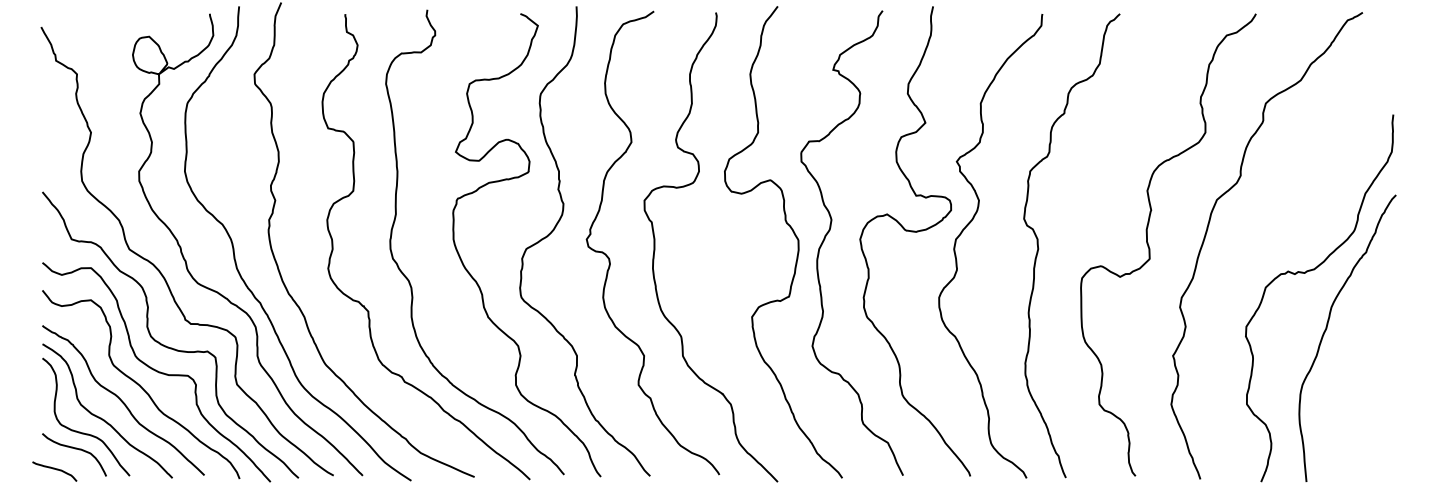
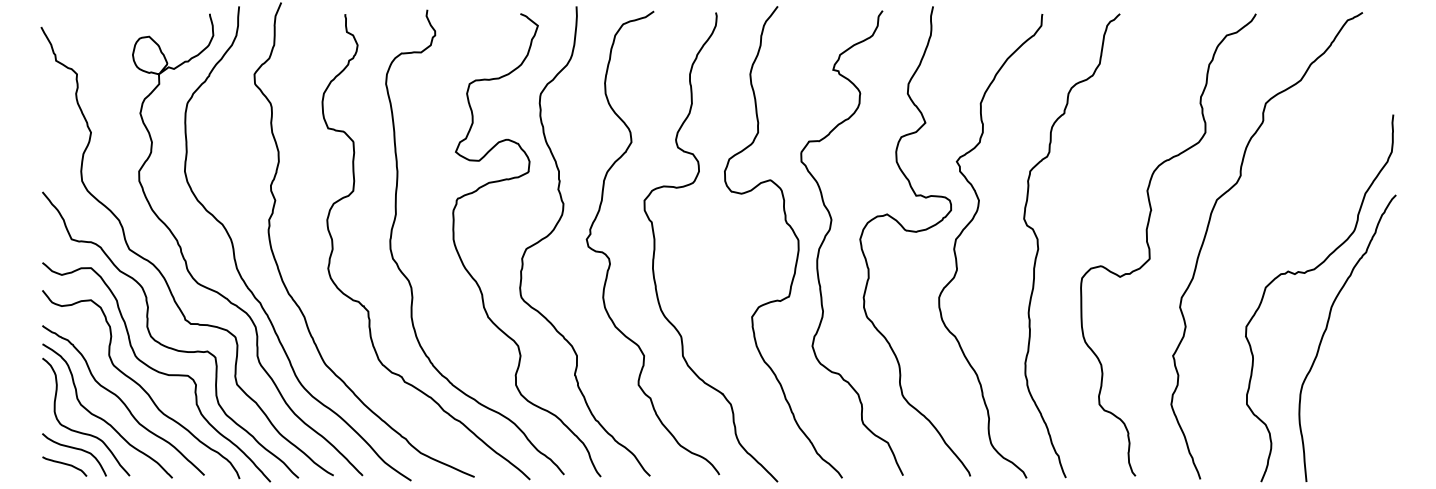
curve at (54, 469) position: (54, 469) -> (64, 464)
